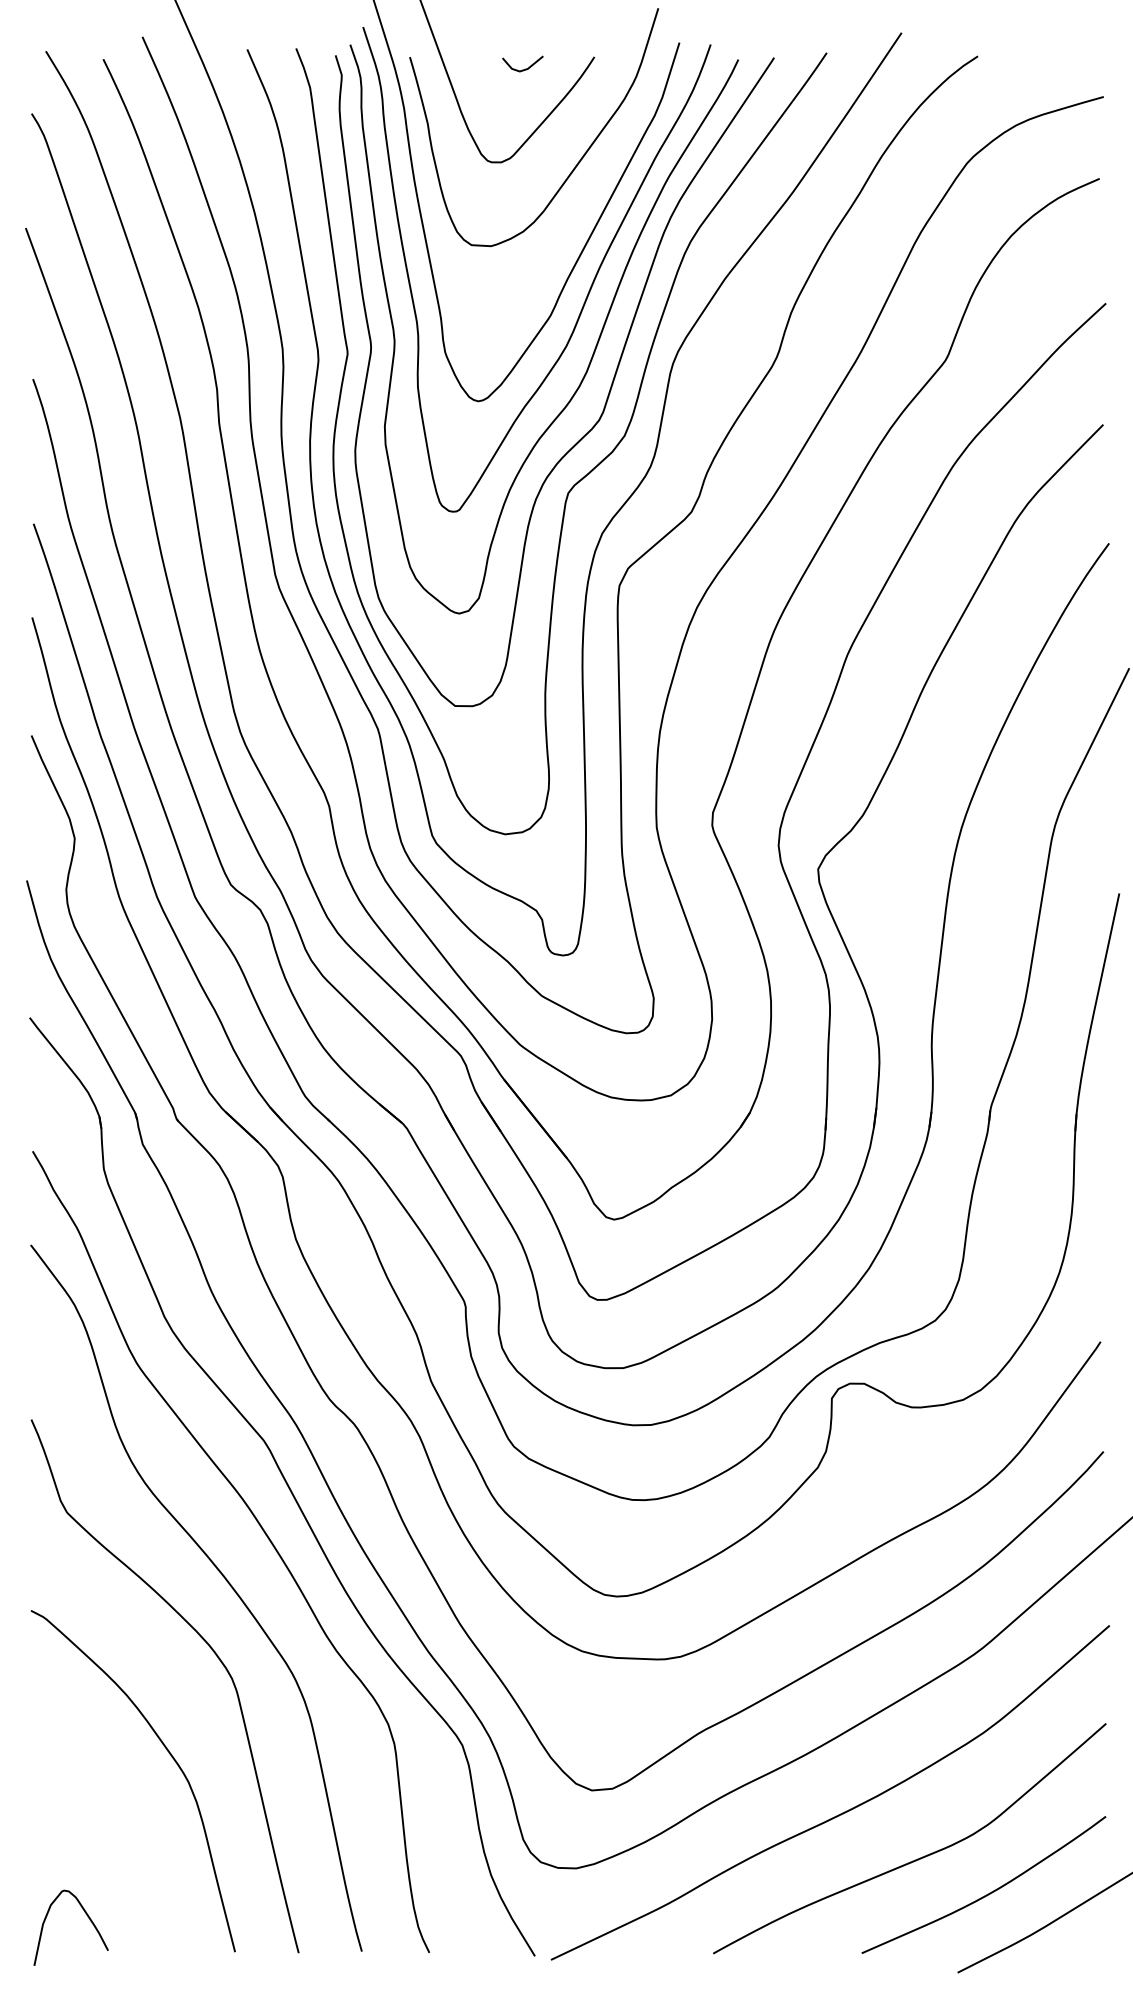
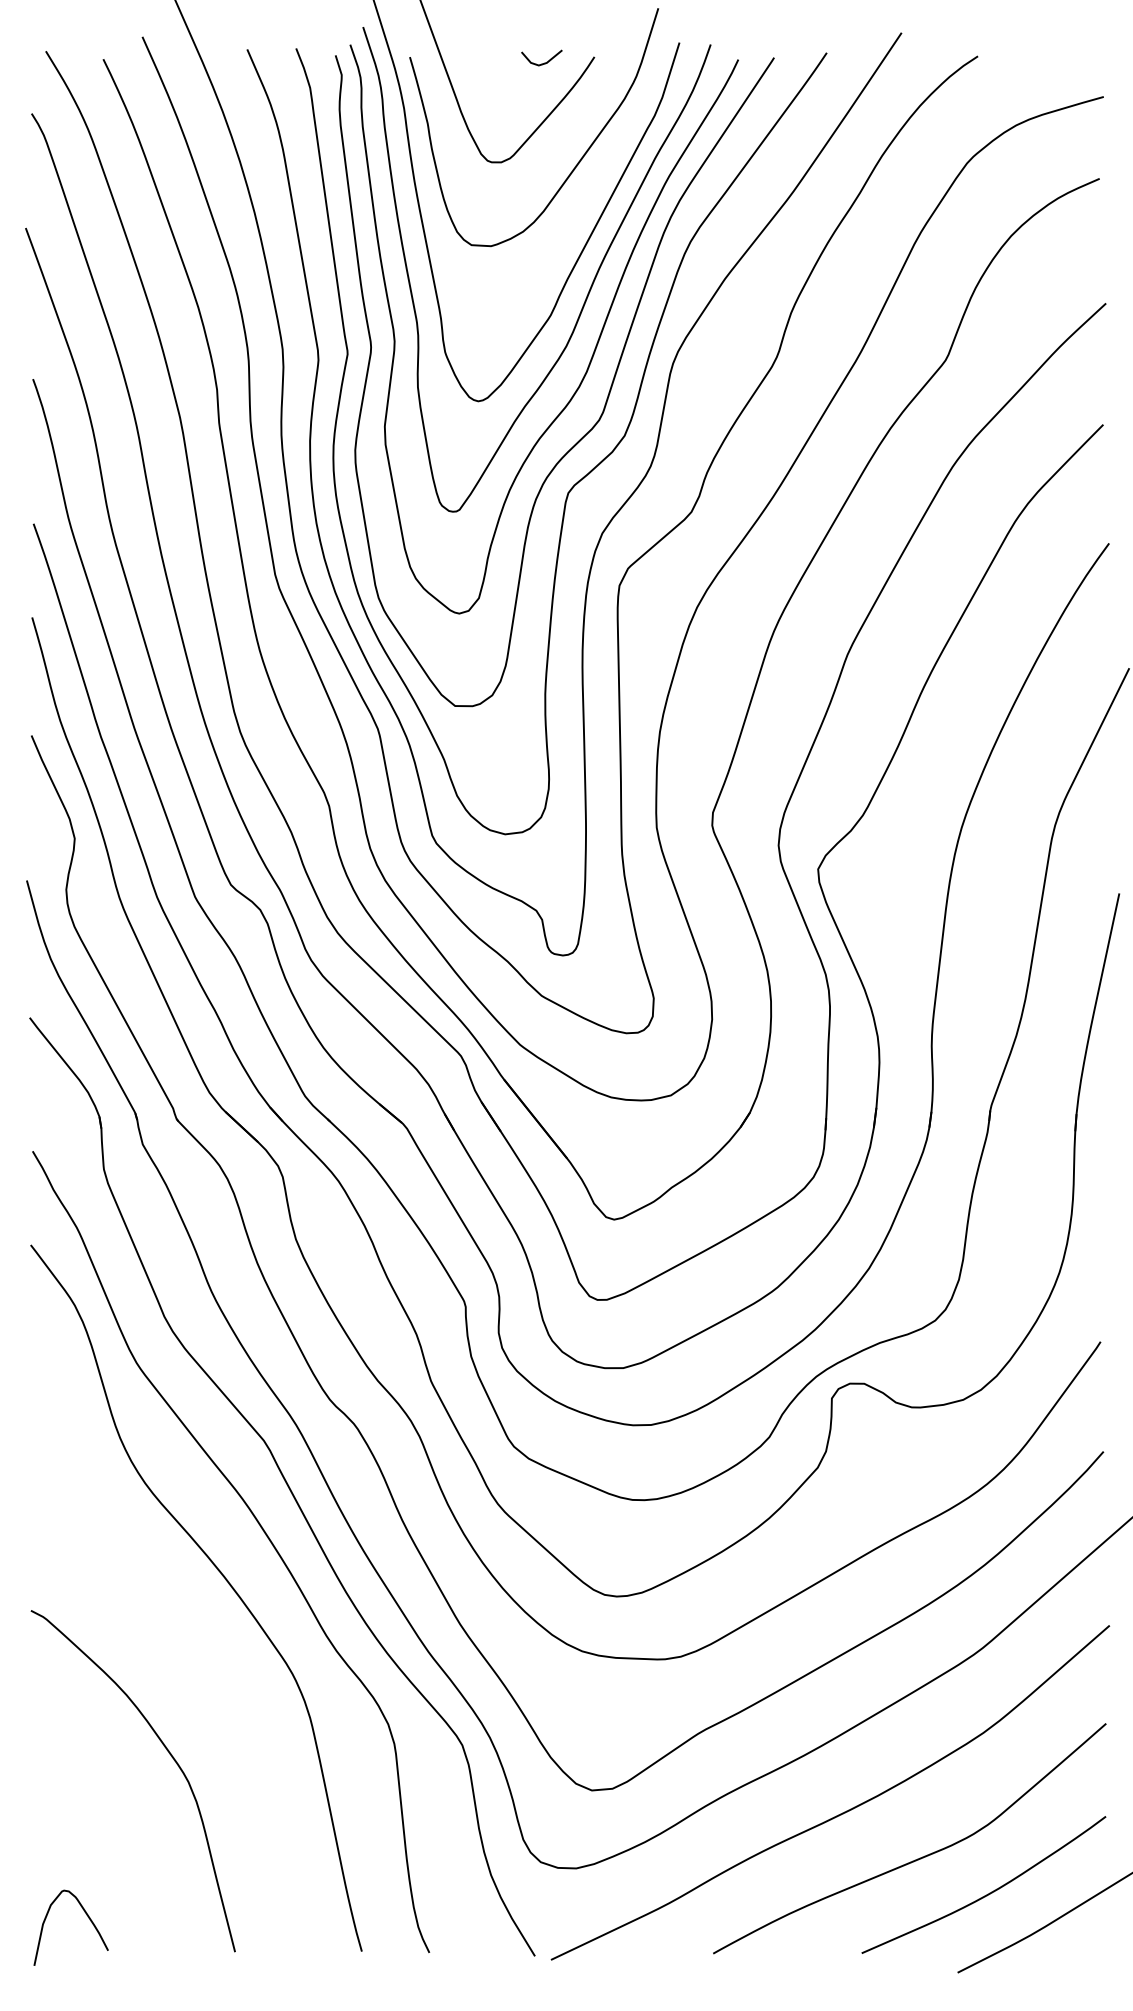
line at (525, 68) position: (525, 68) -> (544, 62)
curve at (212, 1651): present -> none
